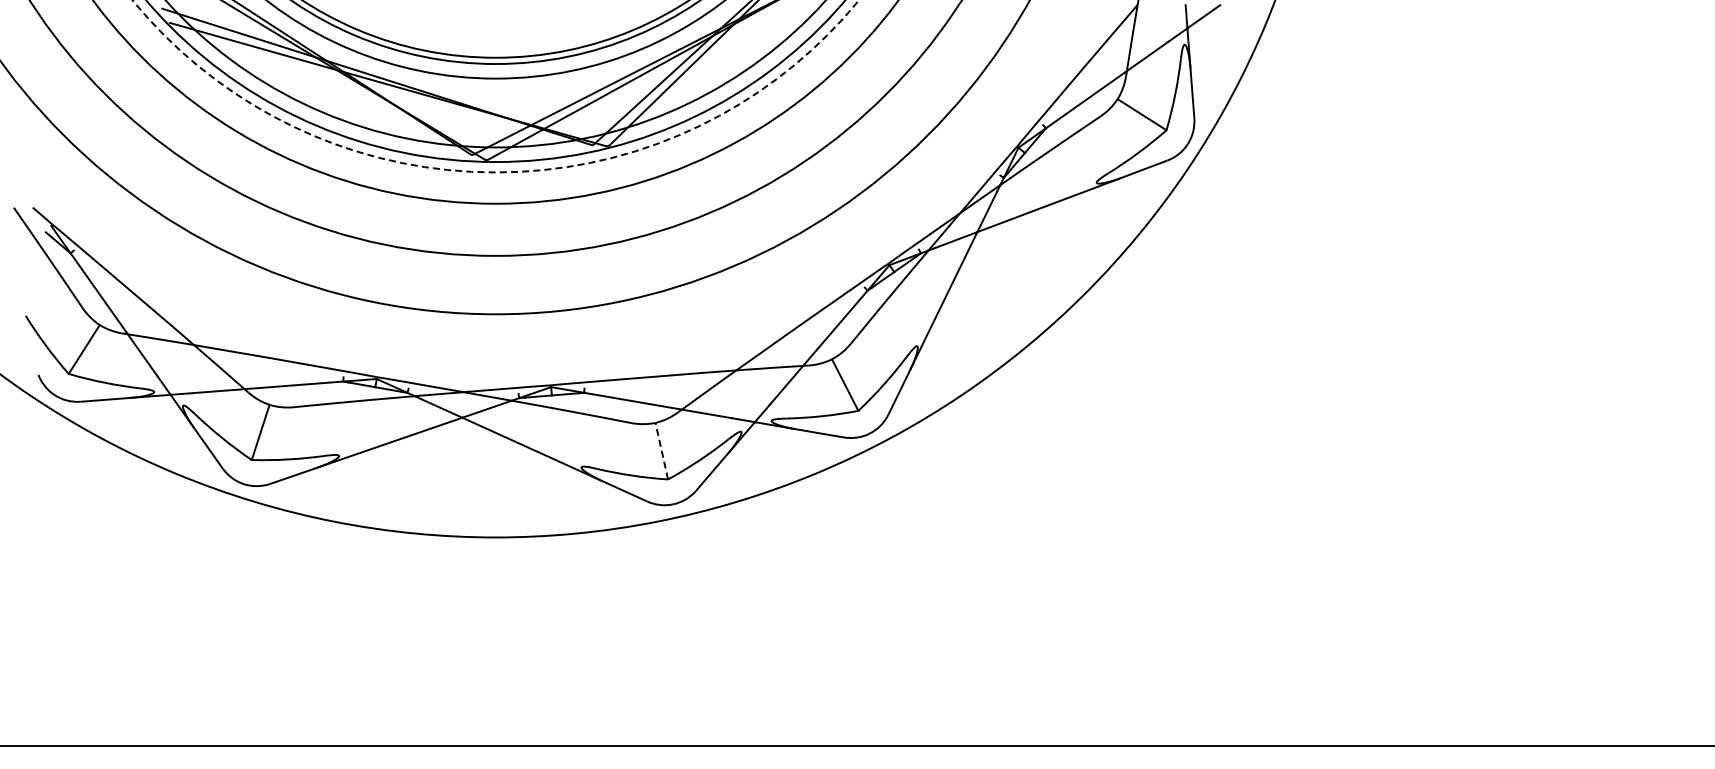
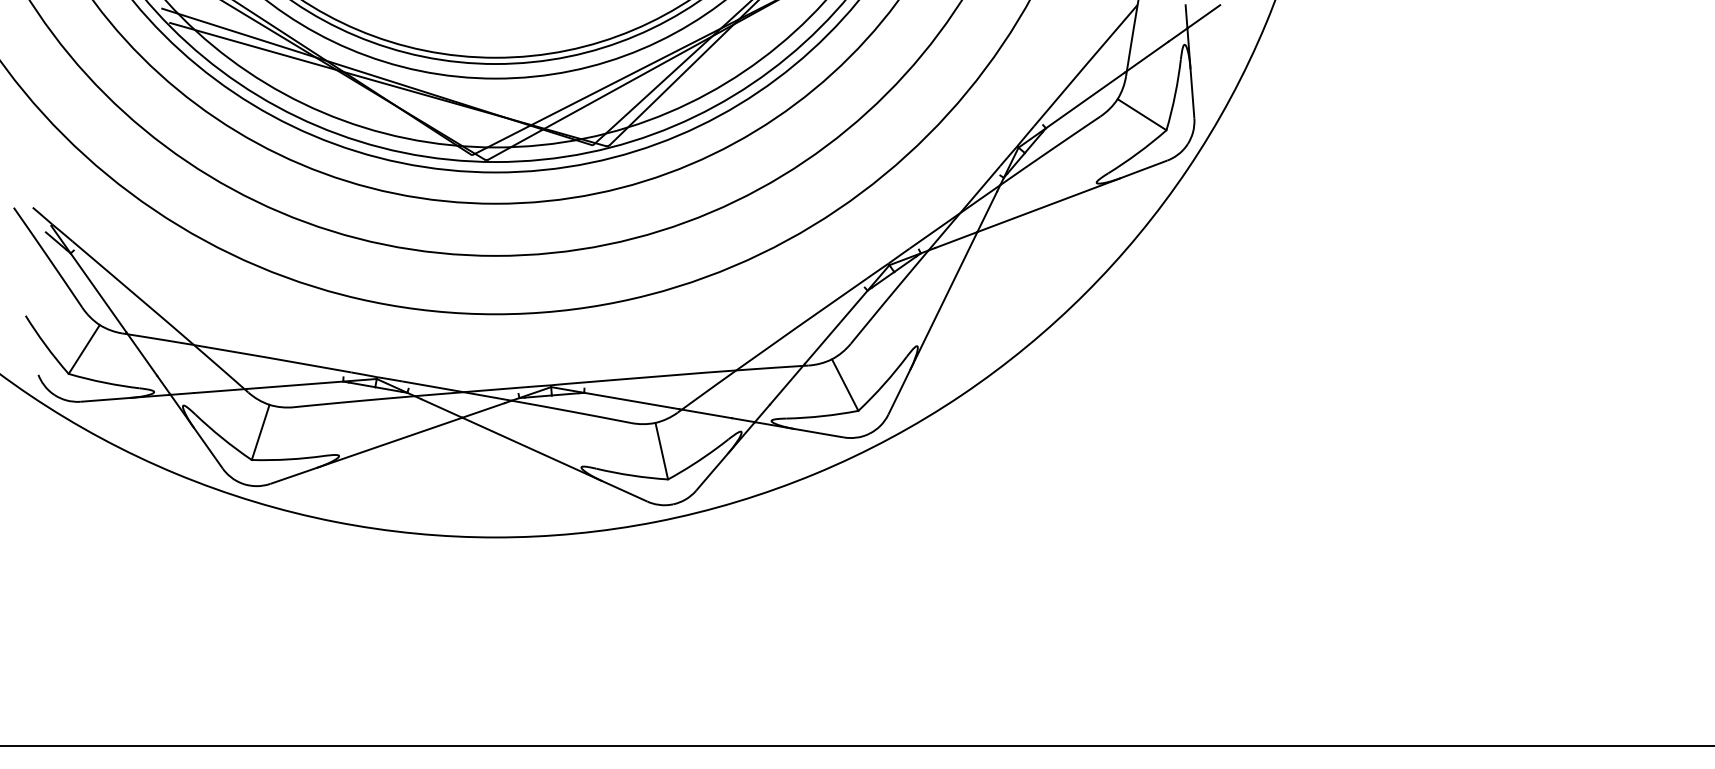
circle at (495, 86): dashed -> solid
line at (661, 451): dashed -> solid
